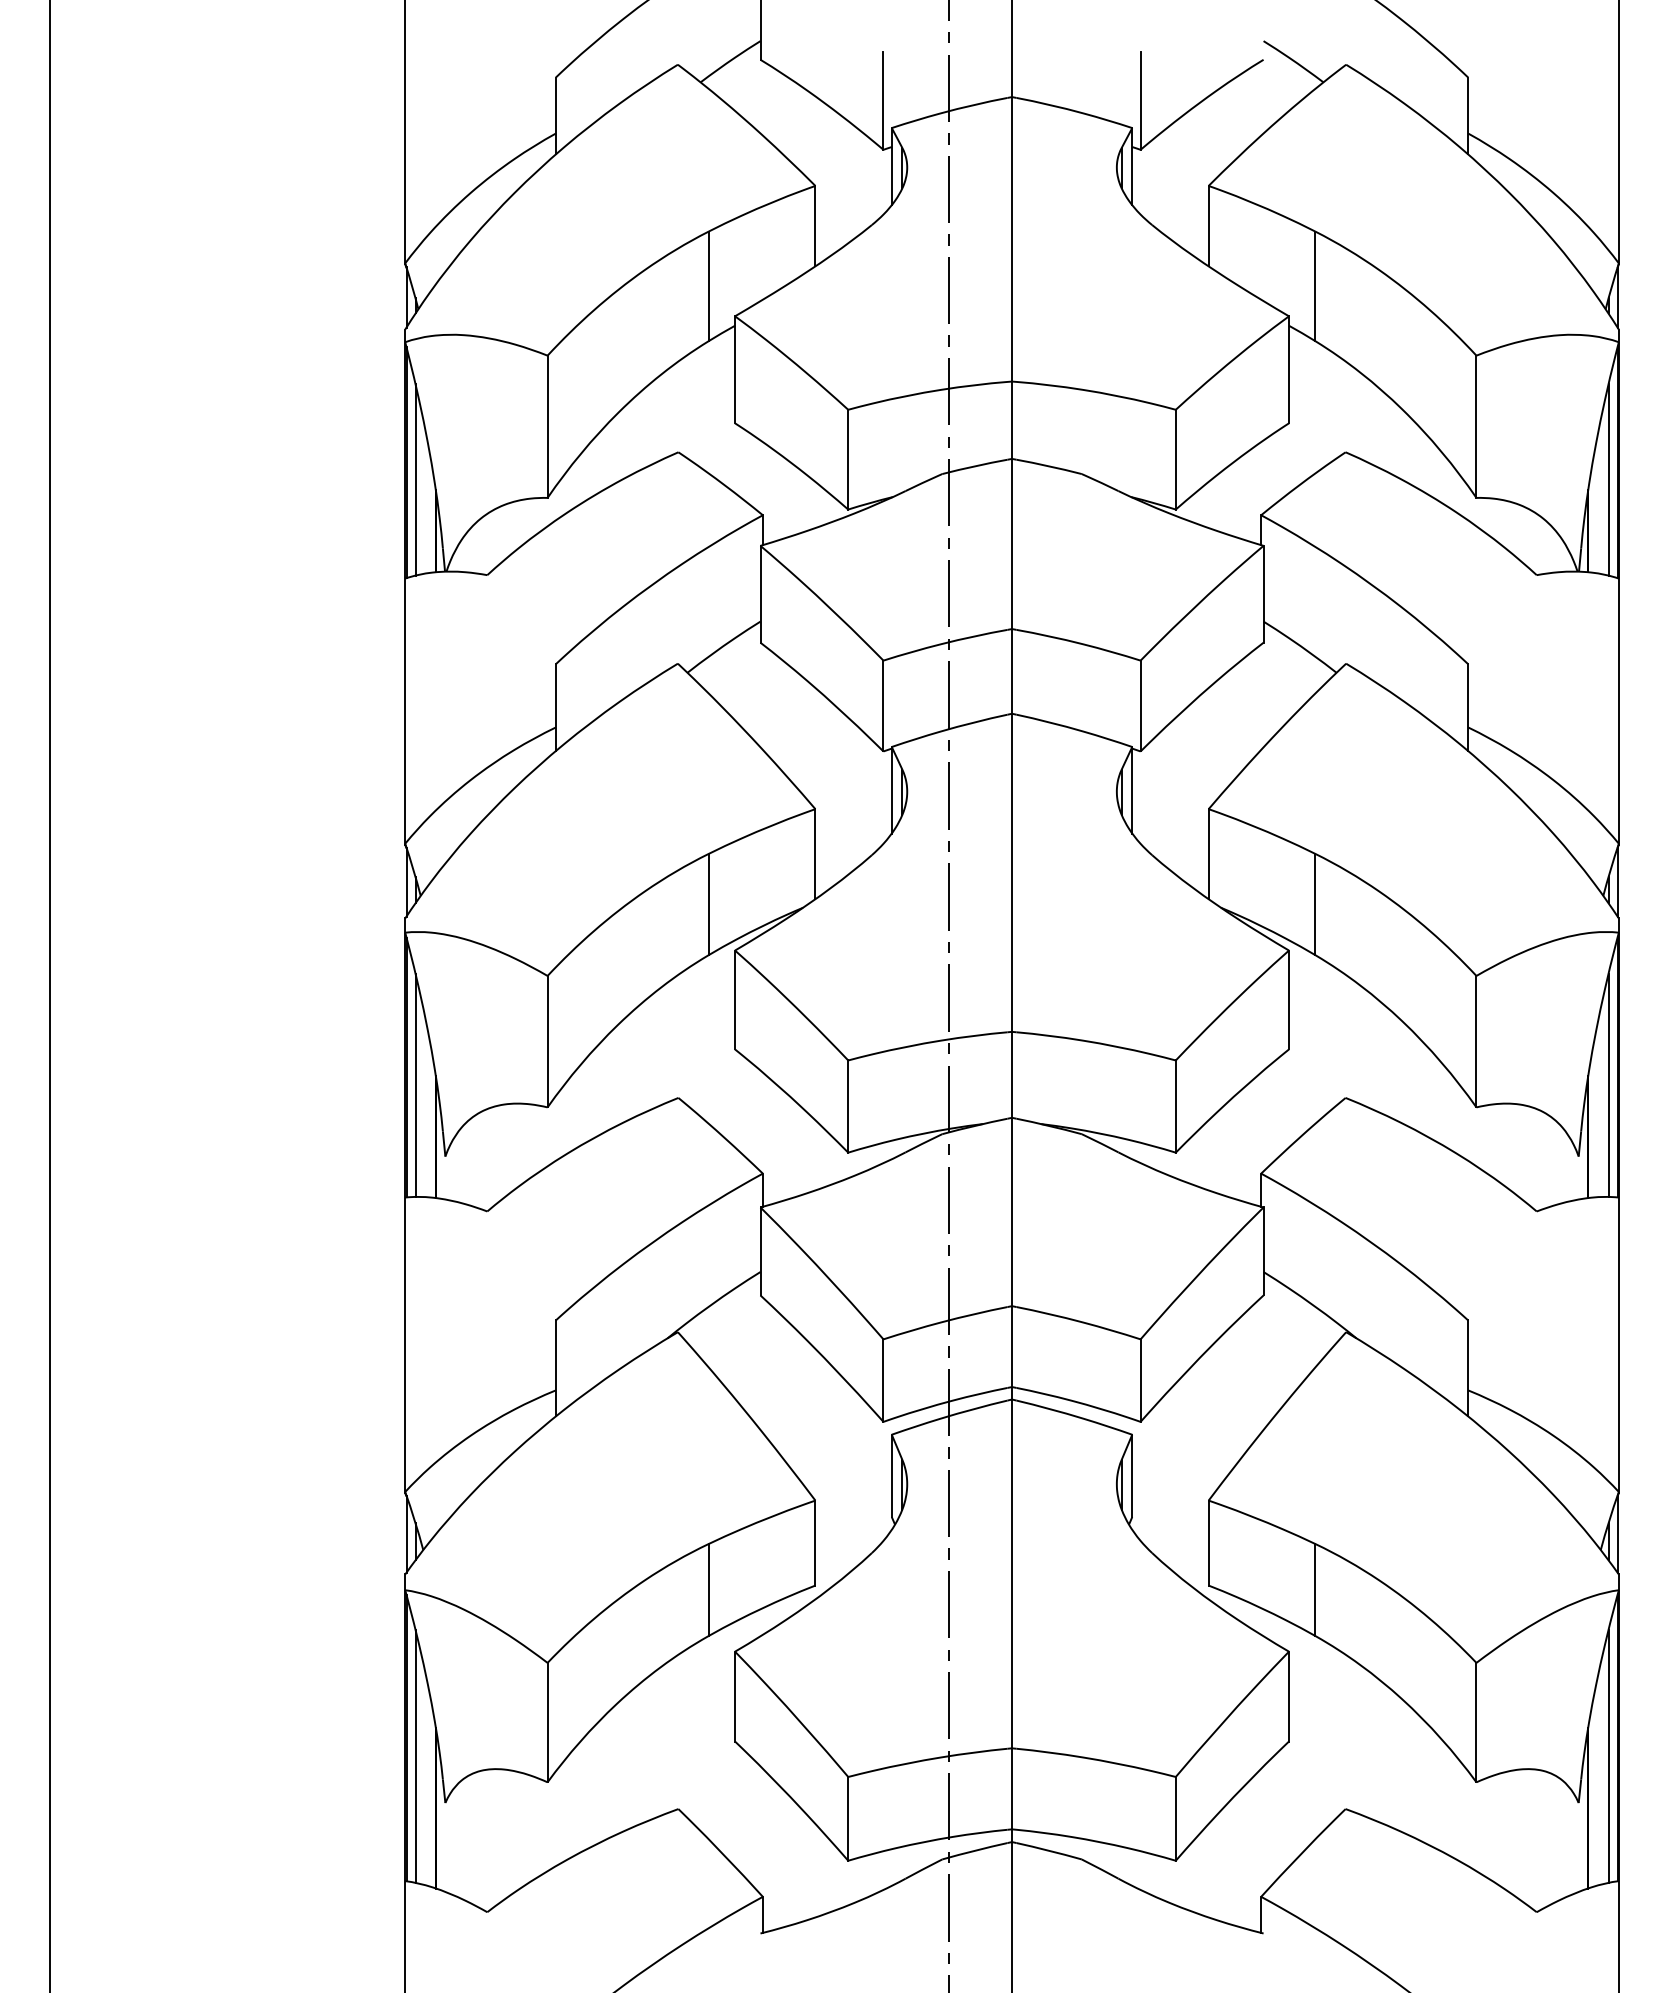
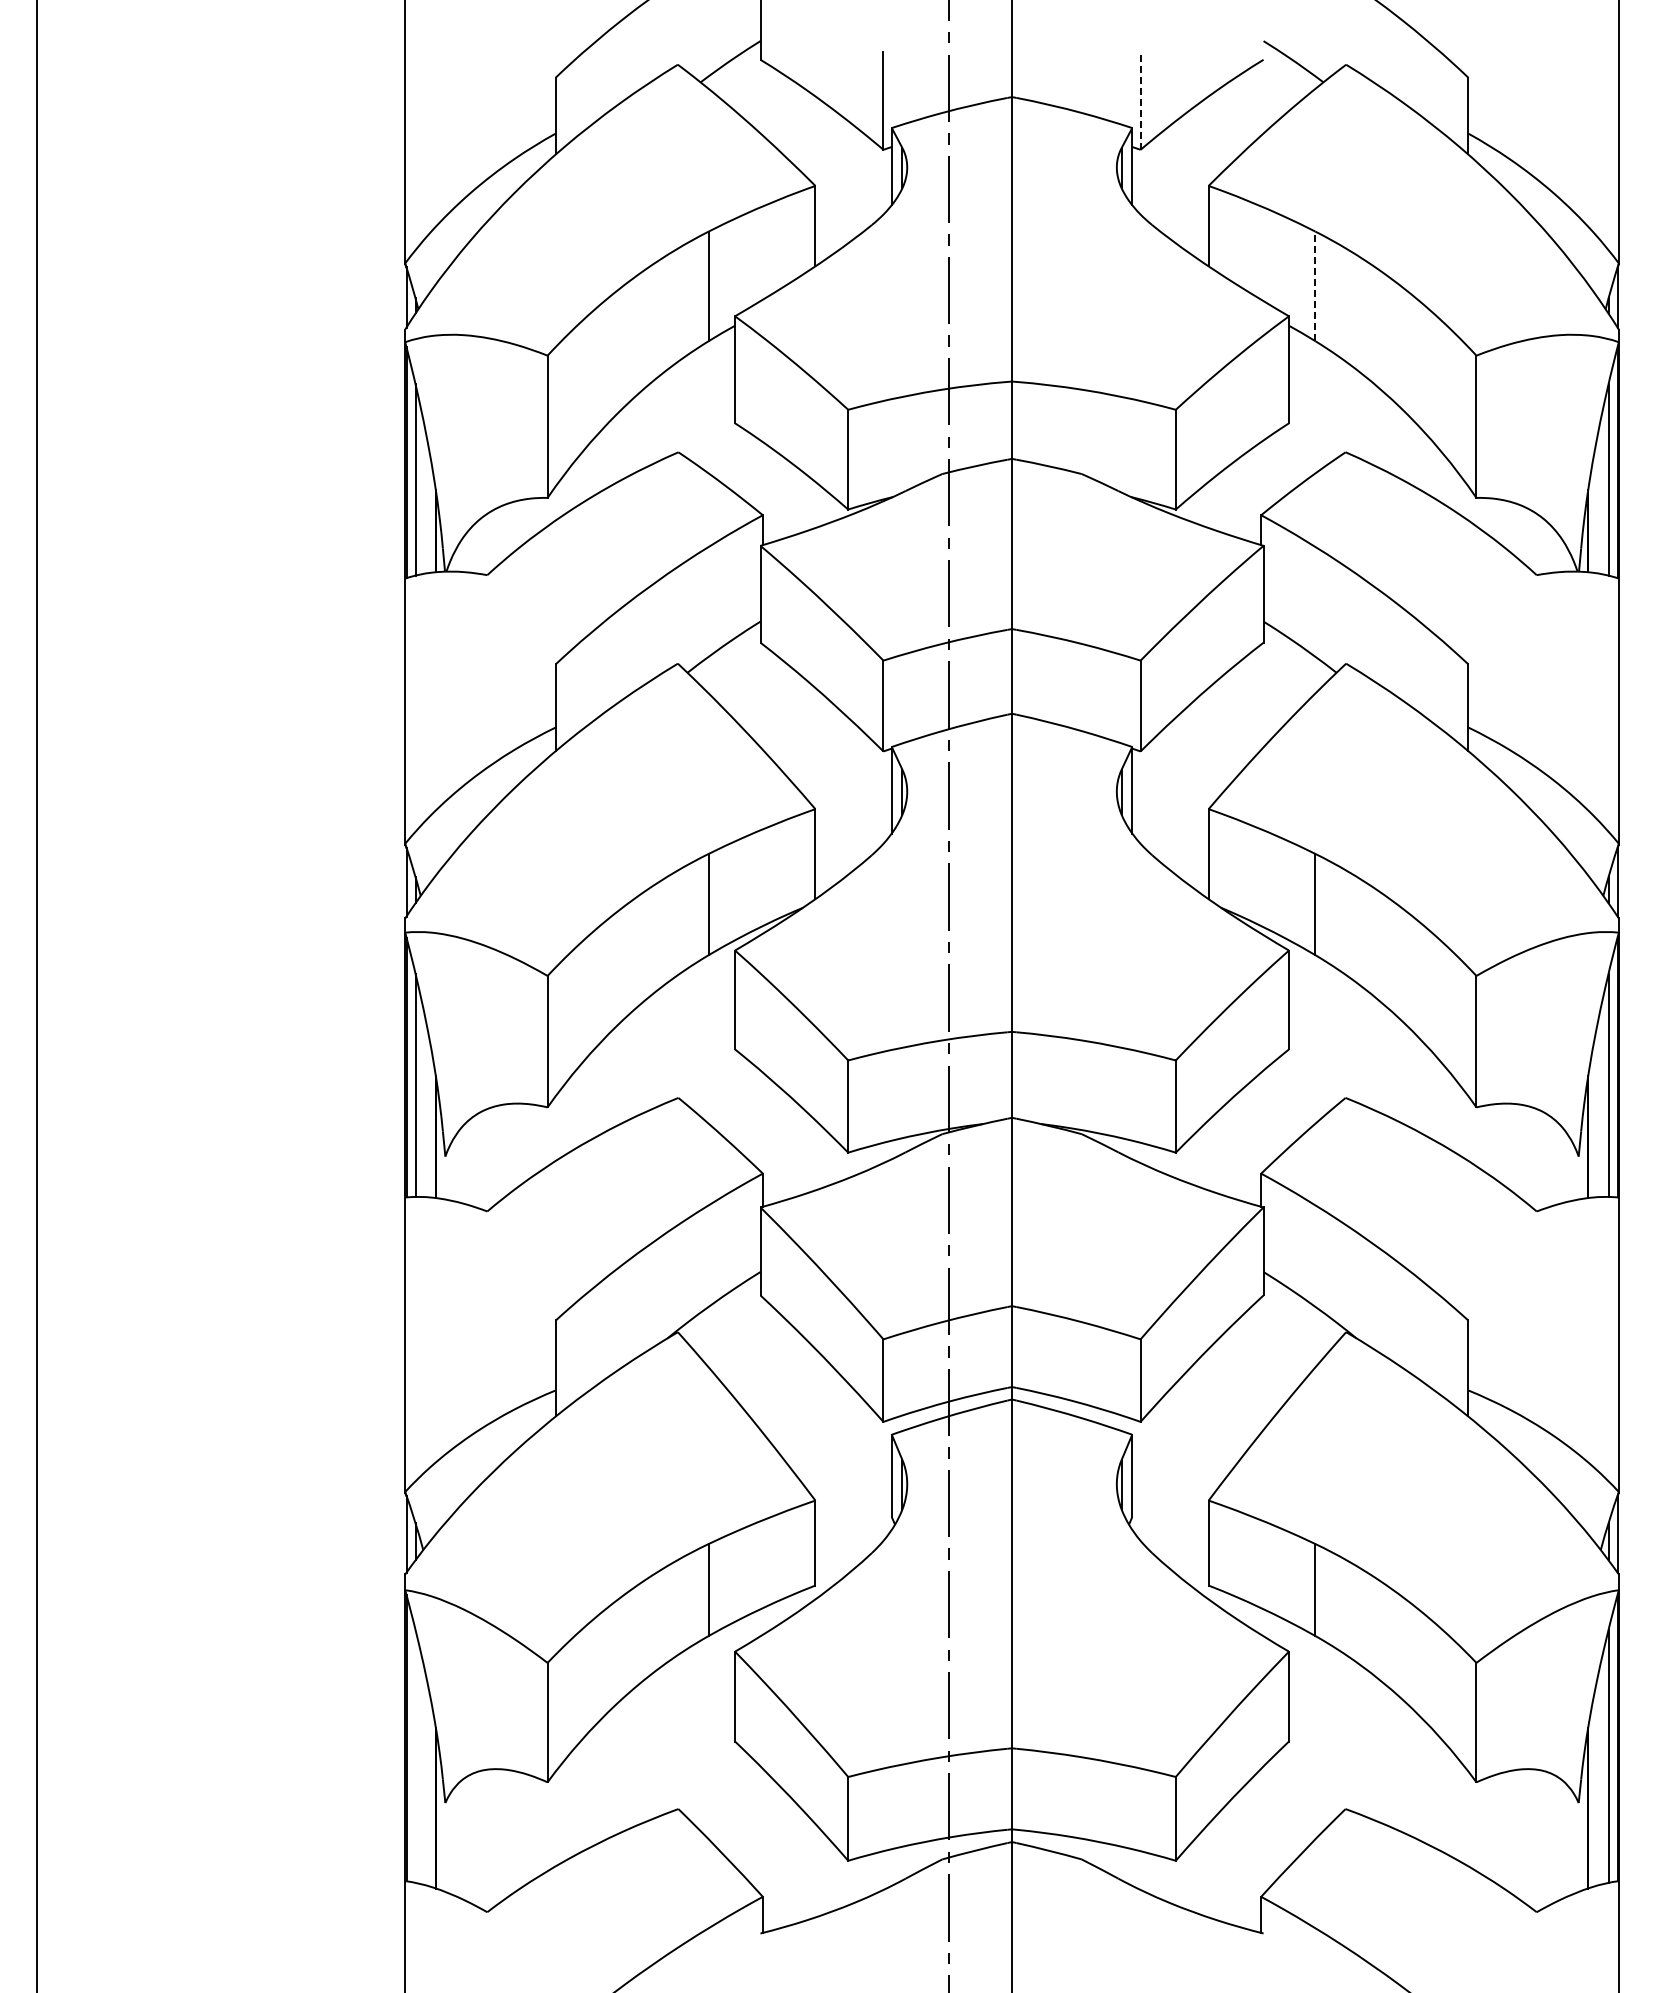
line at (1140, 100): solid -> dashed
line at (1315, 286): solid -> dashed
line at (50, 995) position: (50, 995) -> (37, 995)
line at (415, 1756): present -> none
